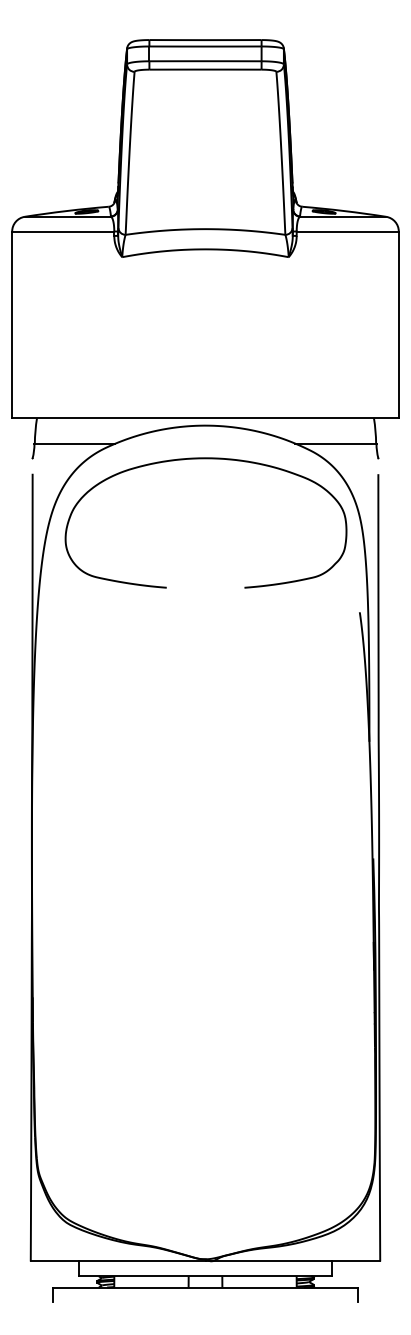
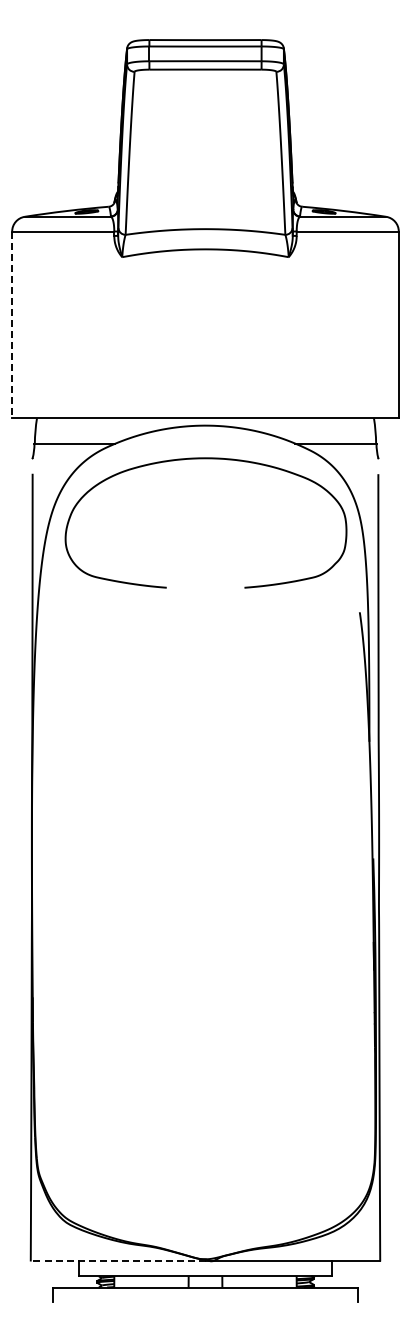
line at (12, 325): solid -> dashed
line at (117, 1261): solid -> dashed
